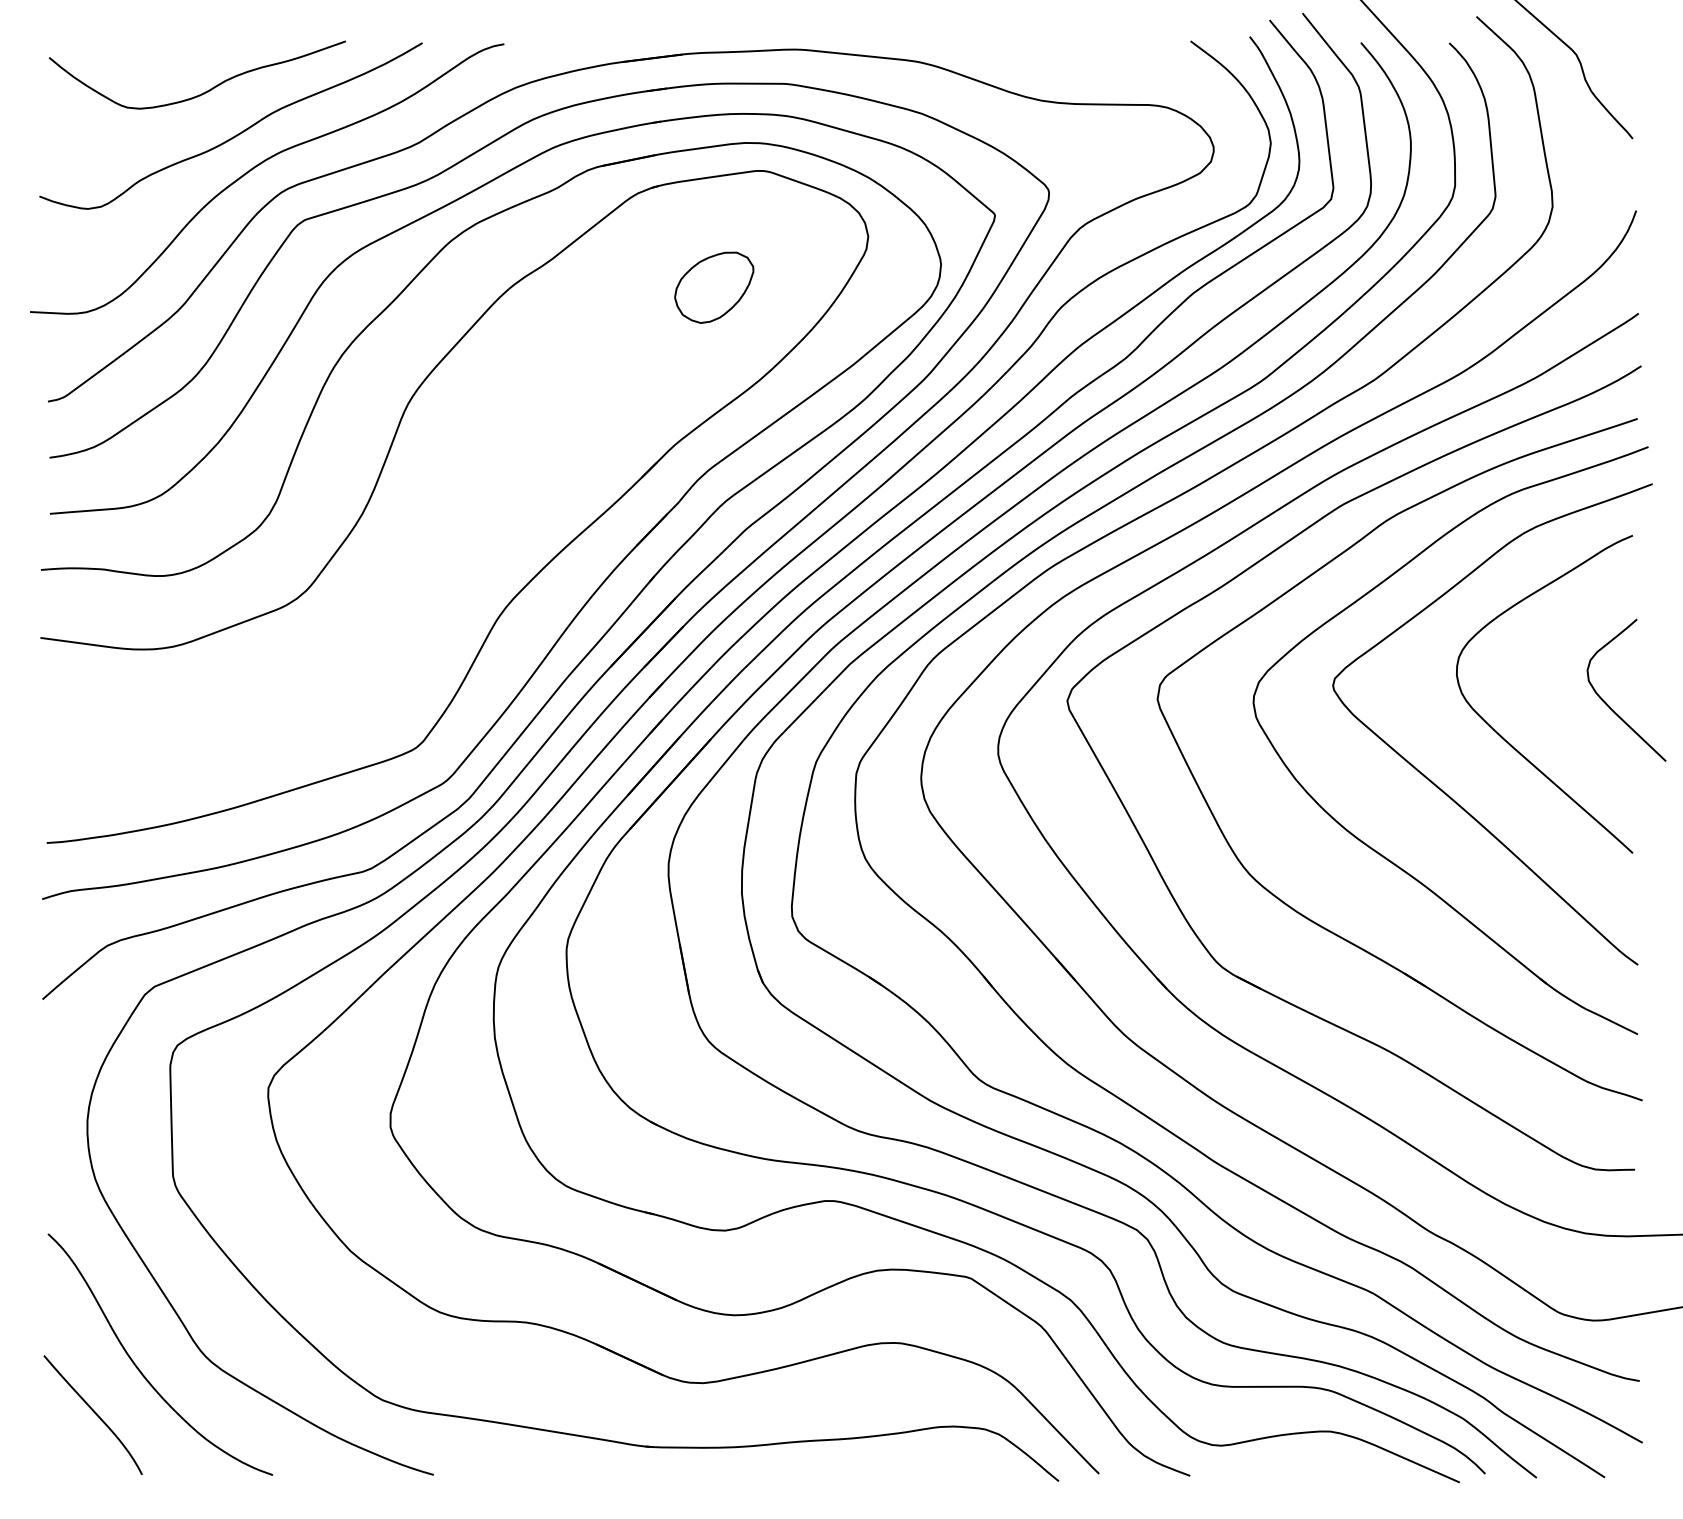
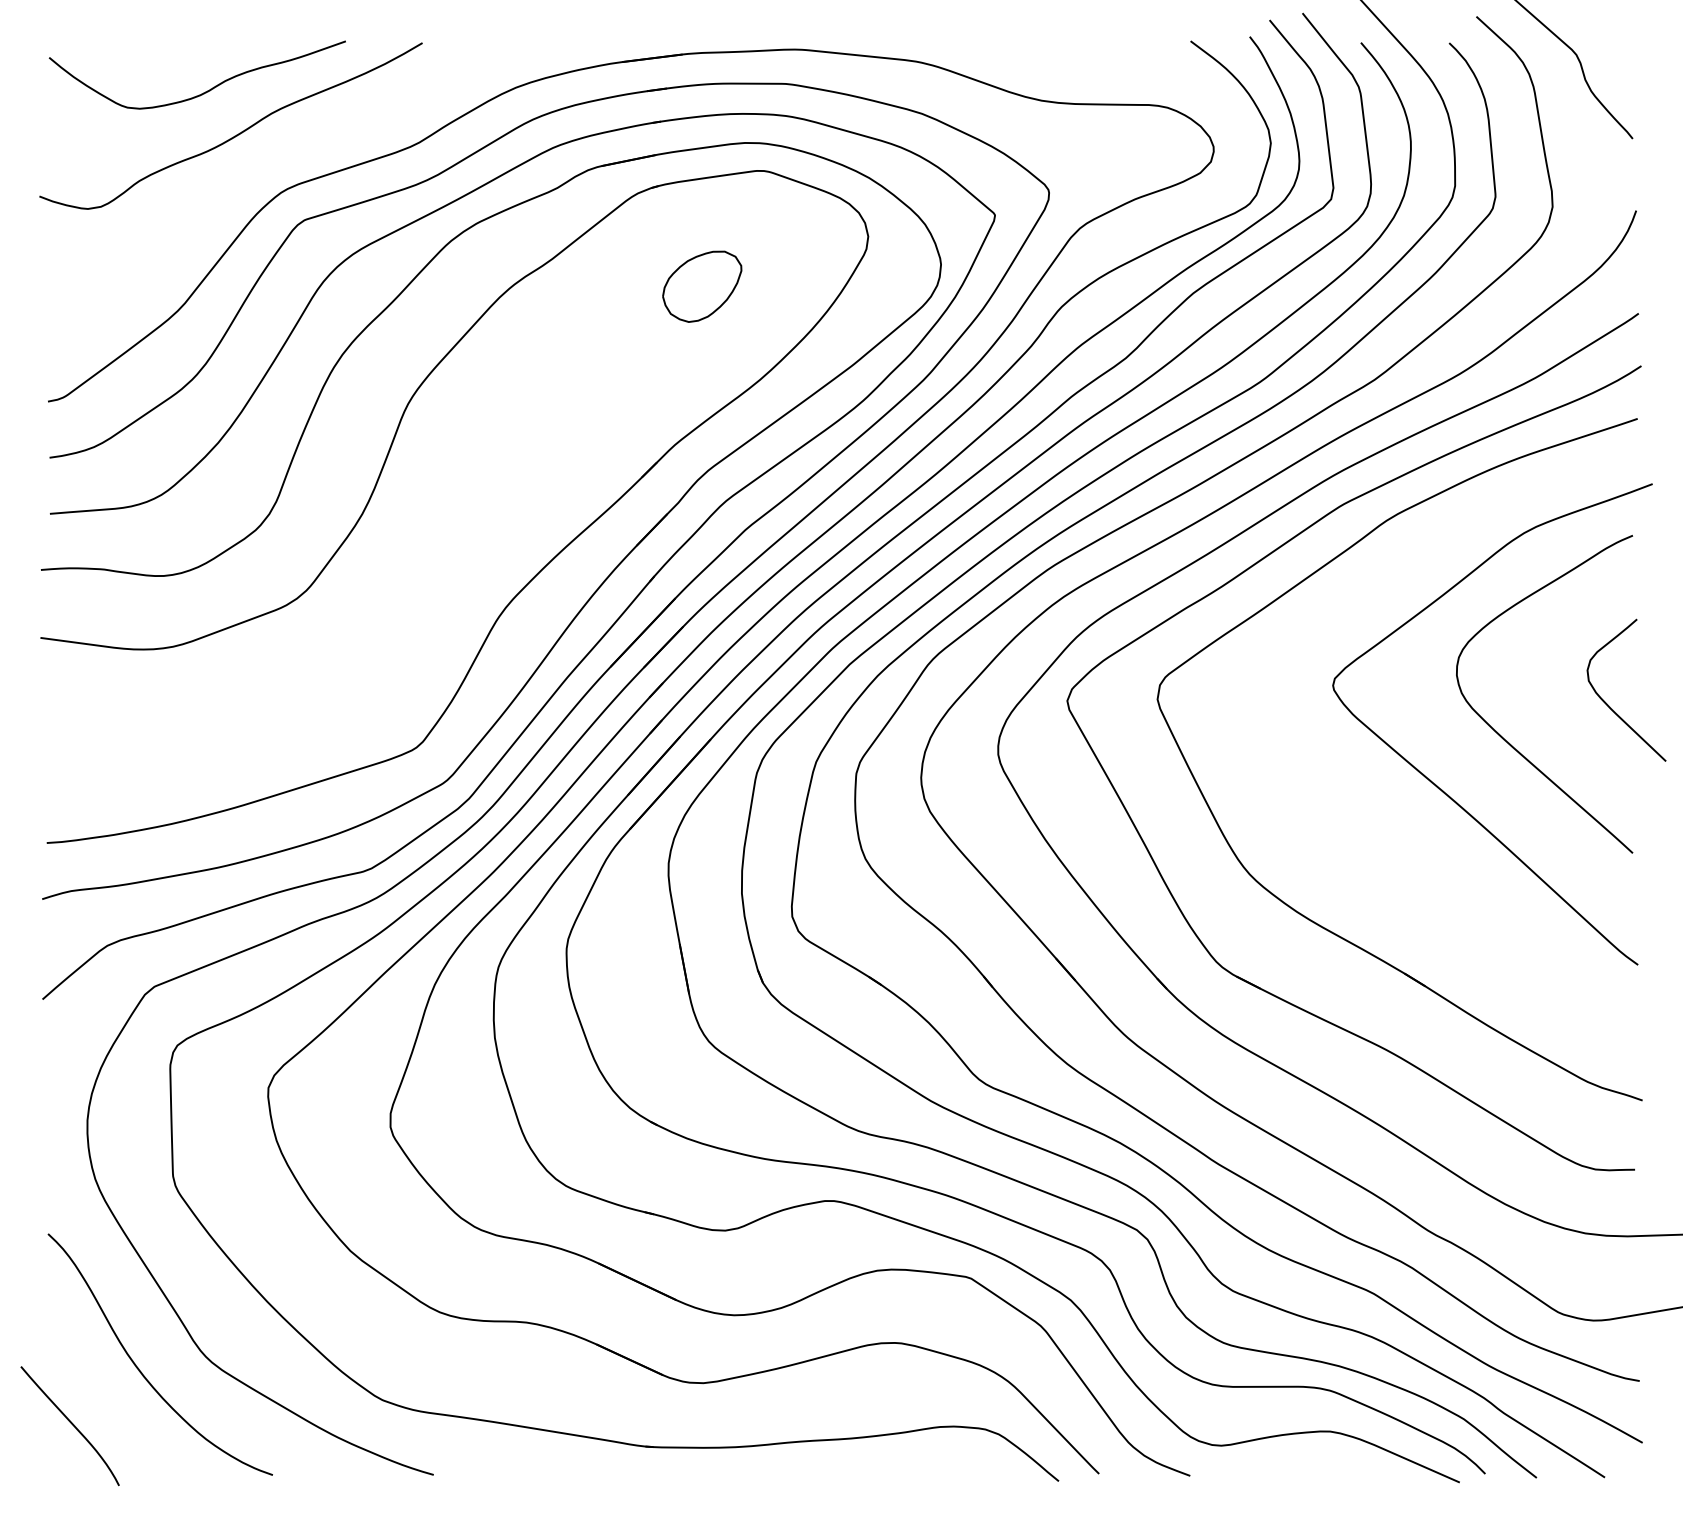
curve at (261, 164): present -> none
part at (714, 287) position: (714, 287) -> (702, 286)
part at (1376, 850): present -> none
curve at (94, 1413) position: (94, 1413) -> (71, 1424)
